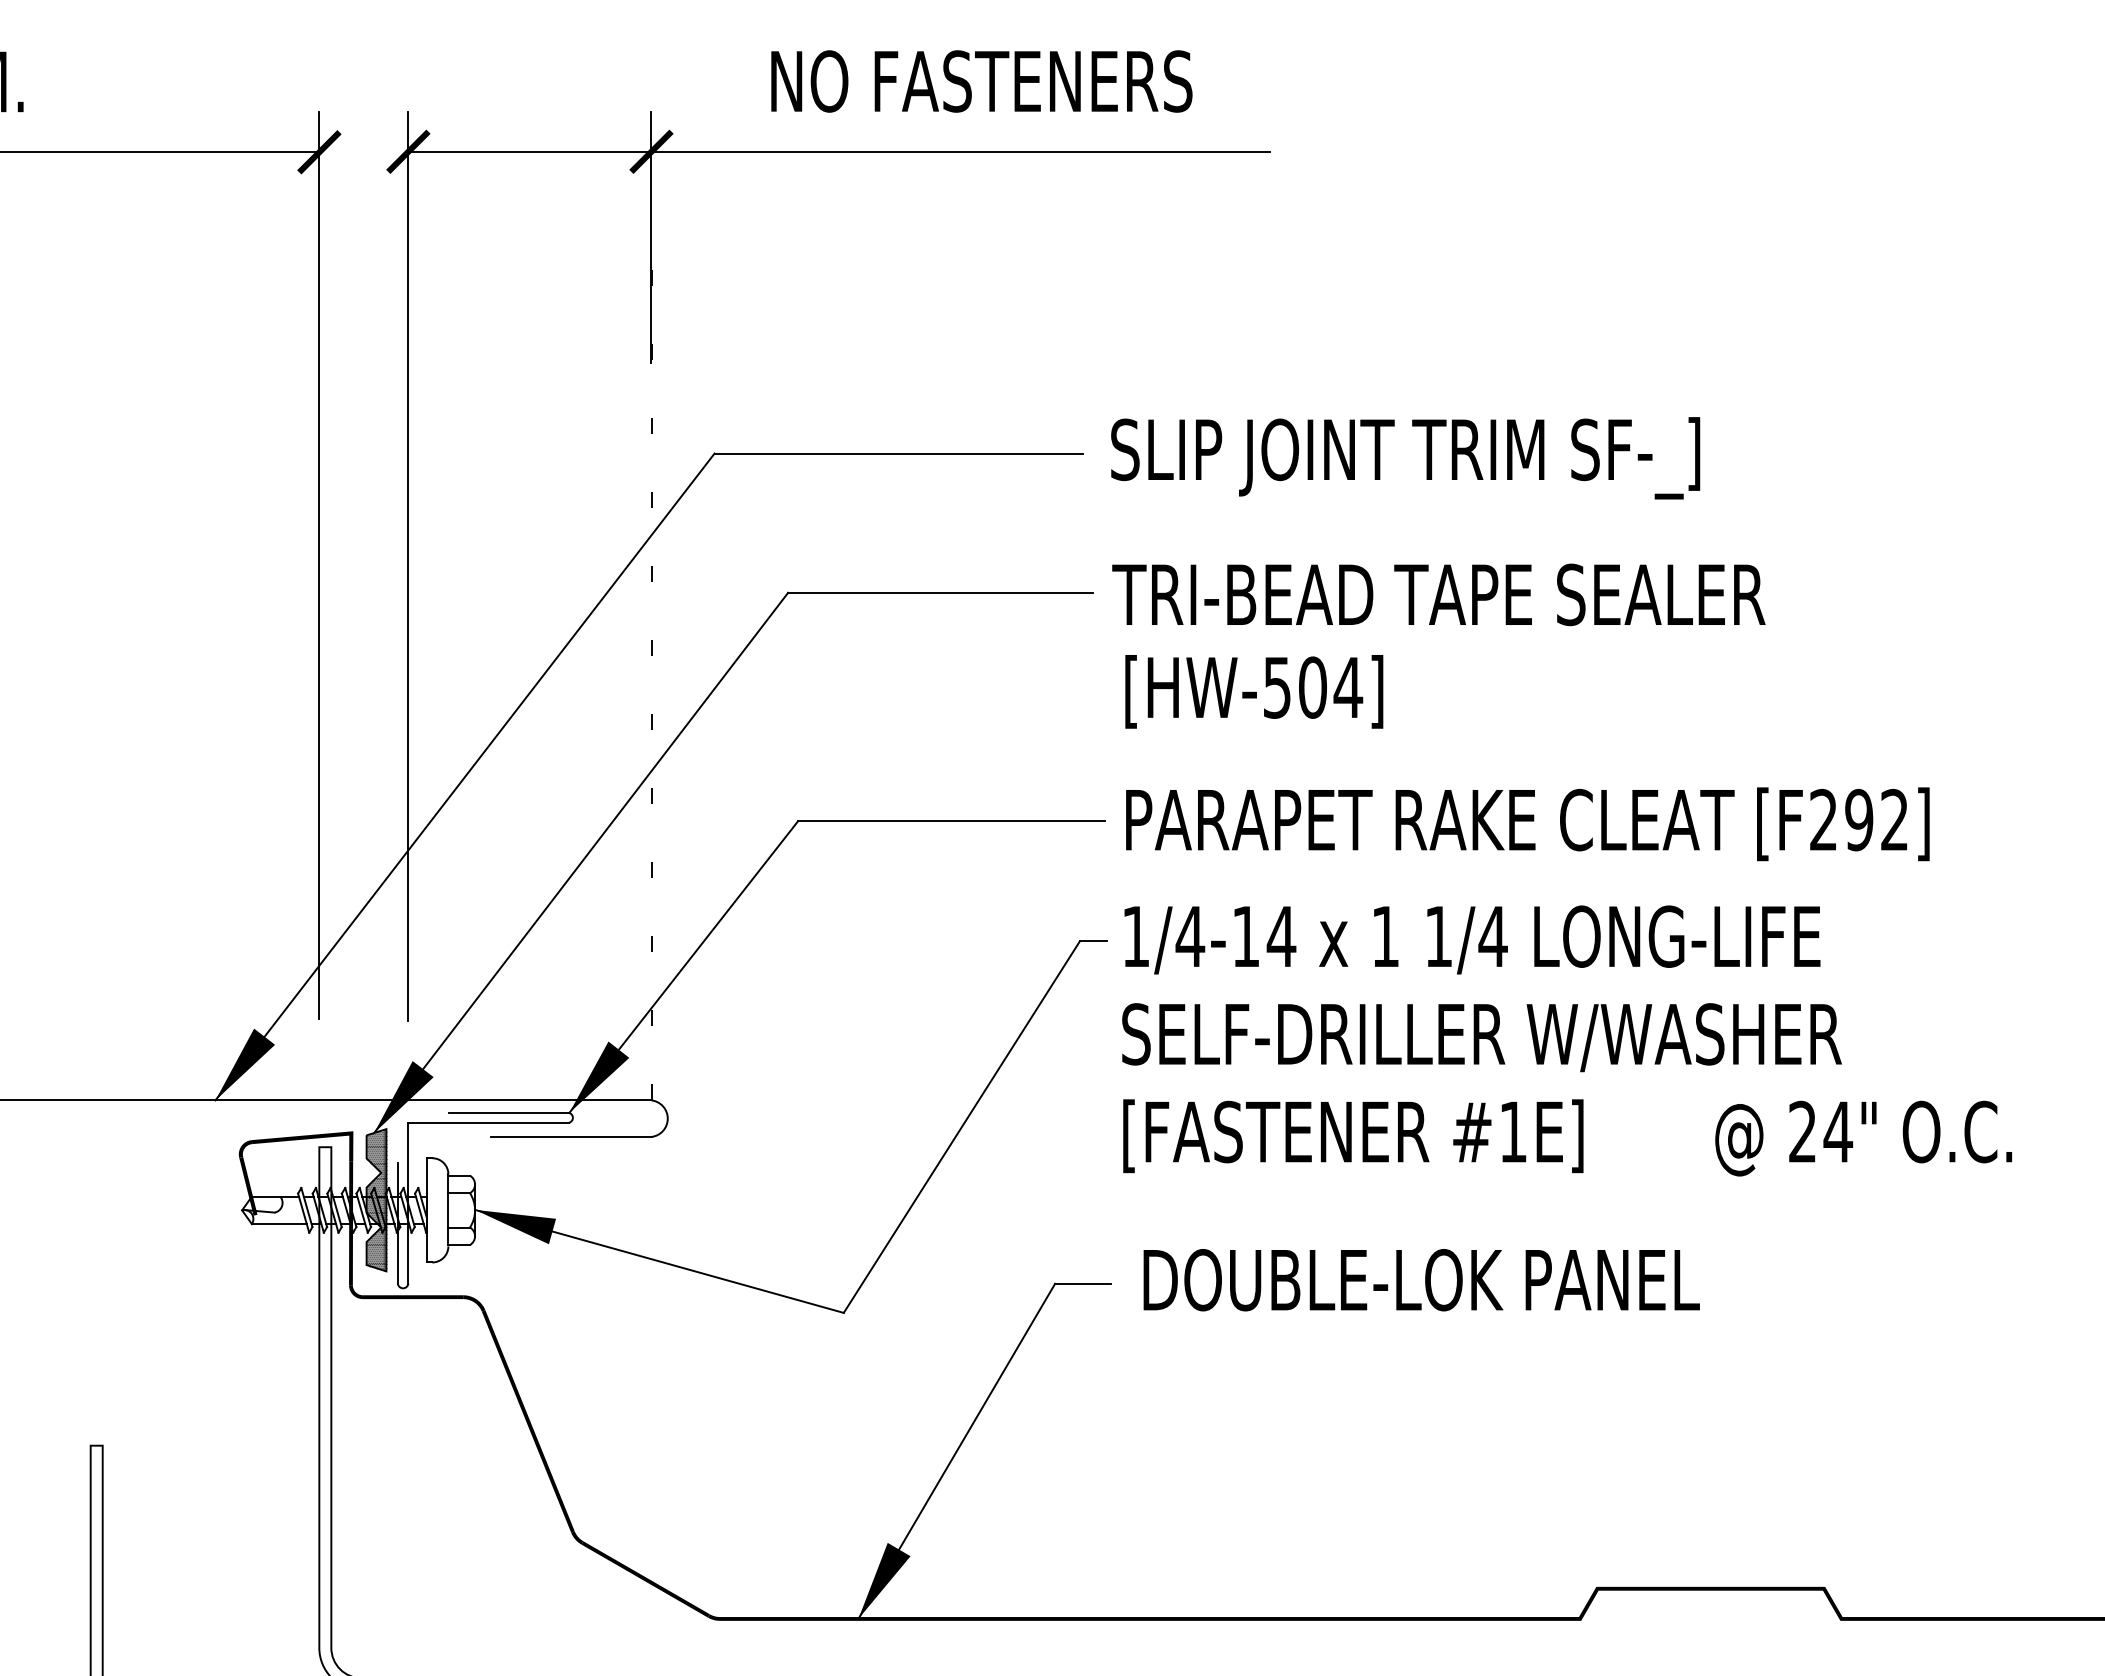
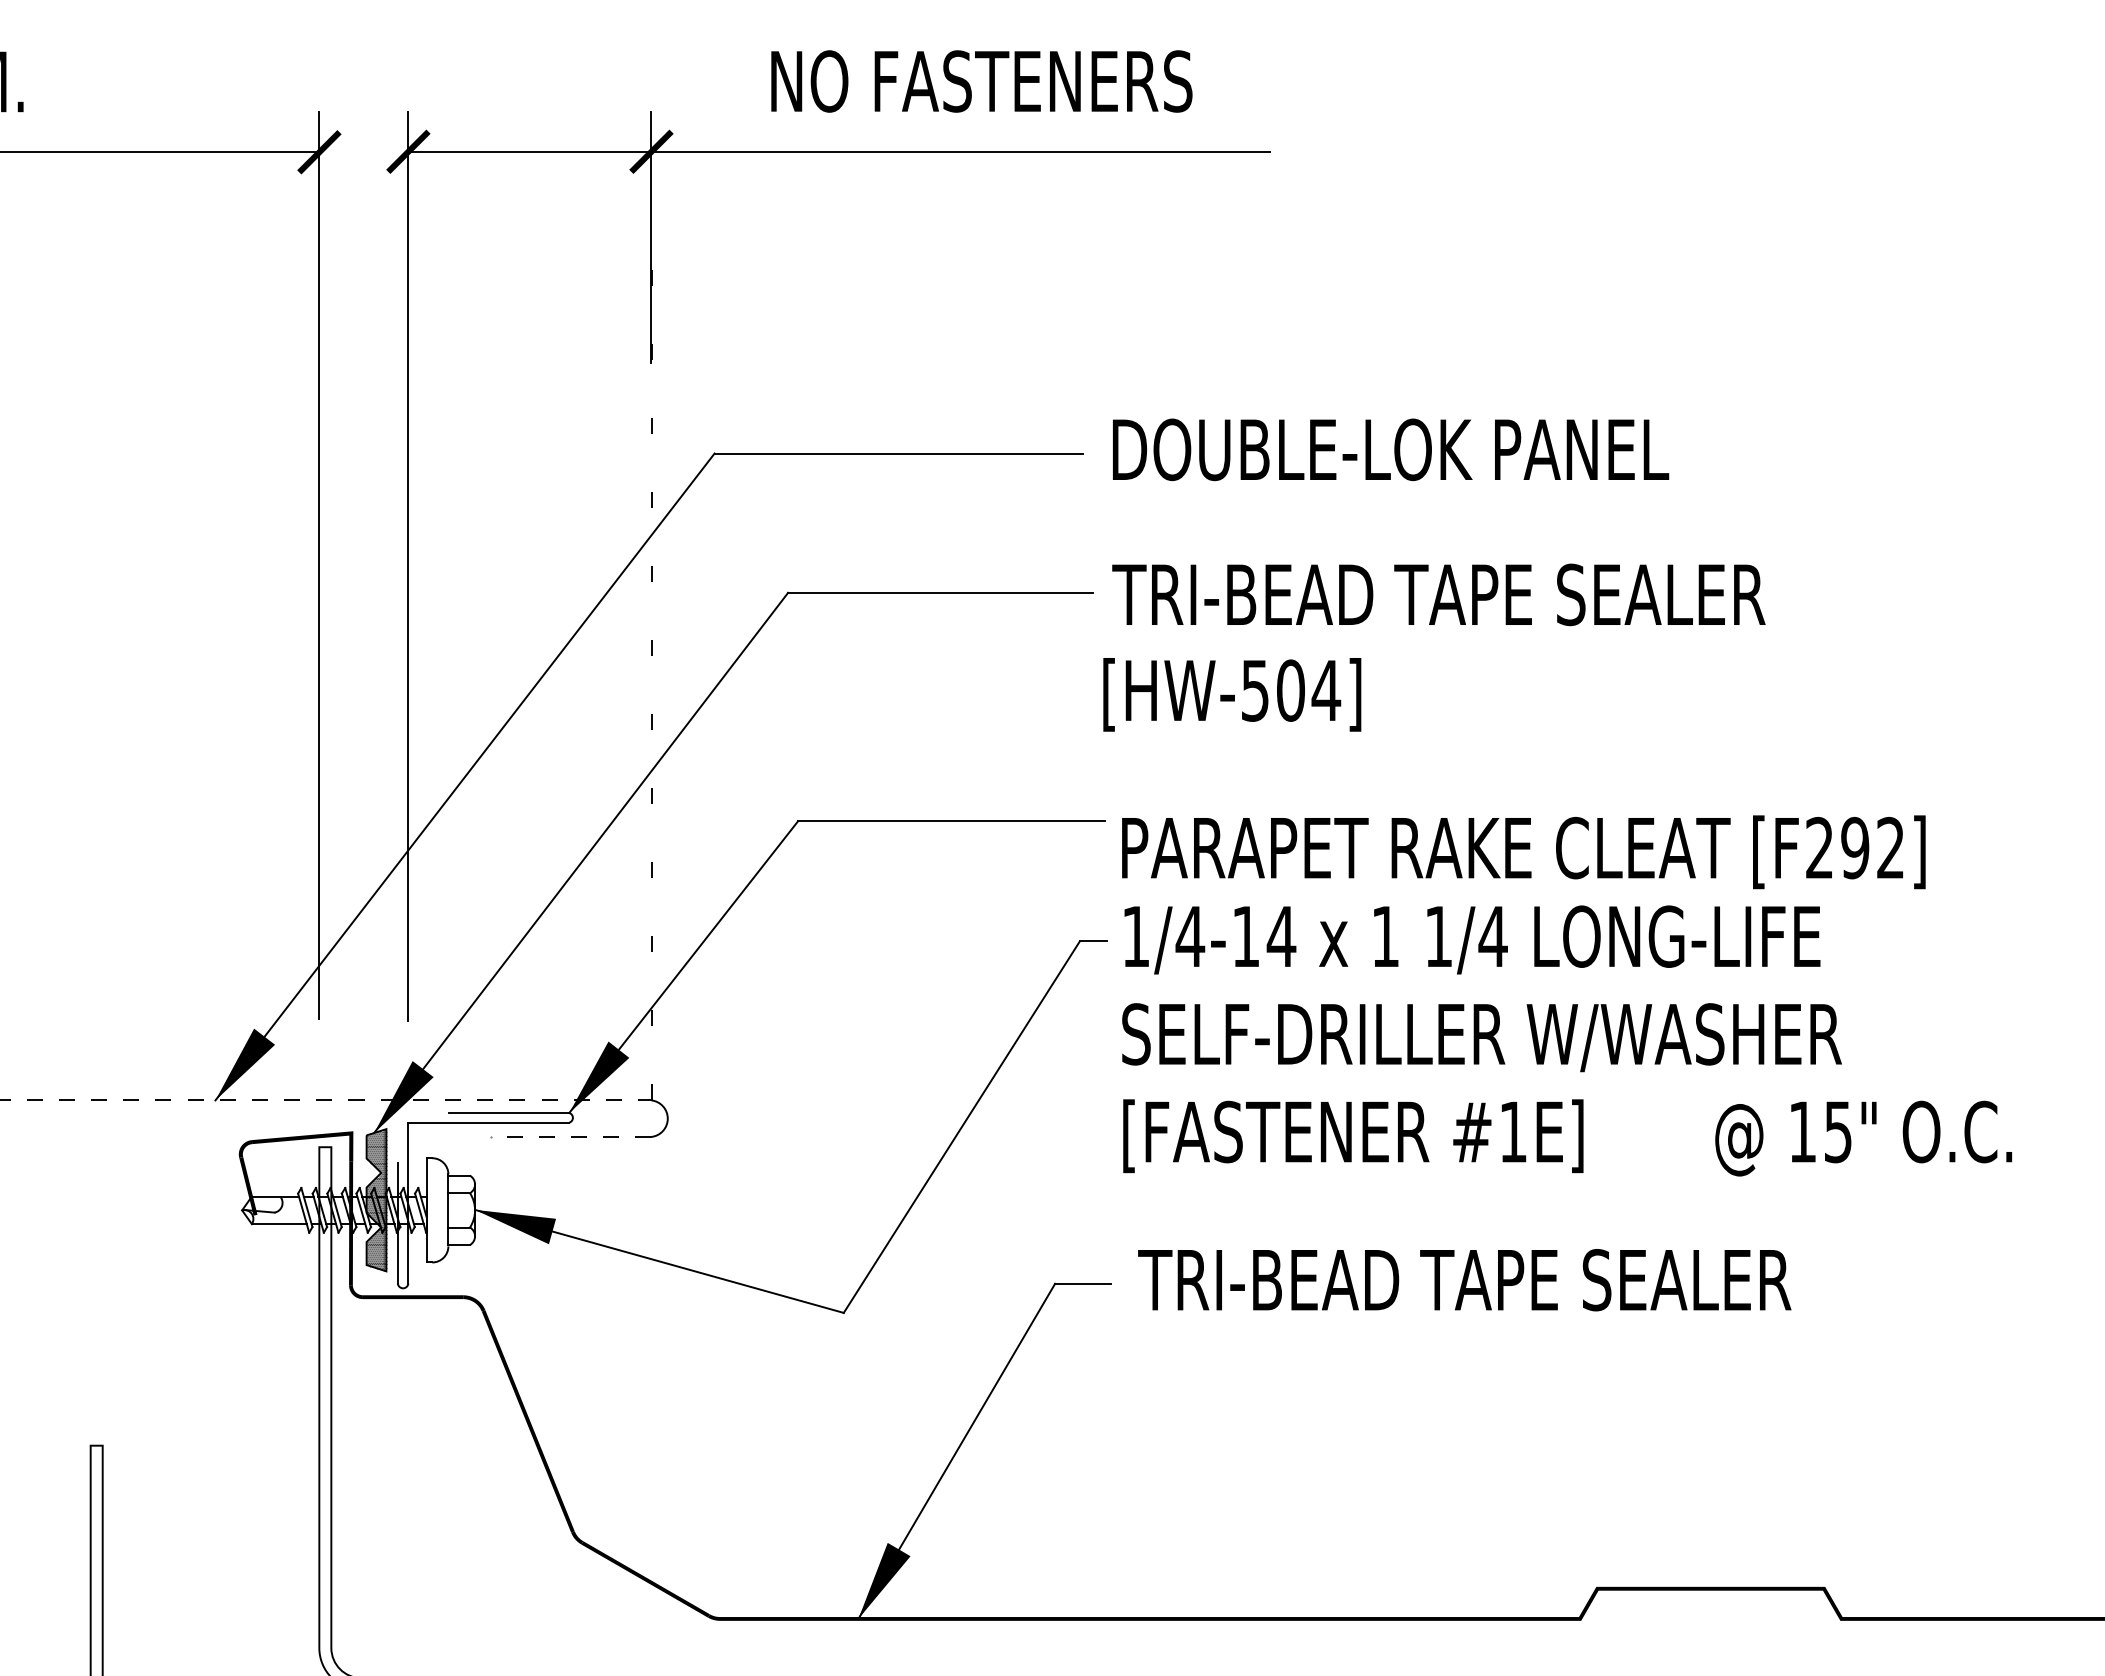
text at (1405, 458): SLIP JOINT TRIM SF-_] -> DOUBLE-LOK PANEL
text at (1254, 691) position: (1254, 691) -> (1232, 694)
text at (1527, 824) position: (1527, 824) -> (1523, 852)
line at (326, 1100): solid -> dashed
text at (1821, 1131): 24" -> 15"
line at (570, 1136): solid -> dashed
text at (1464, 1280): DOUBLE-LOK PANEL -> TRI-BEAD TAPE SEALER
